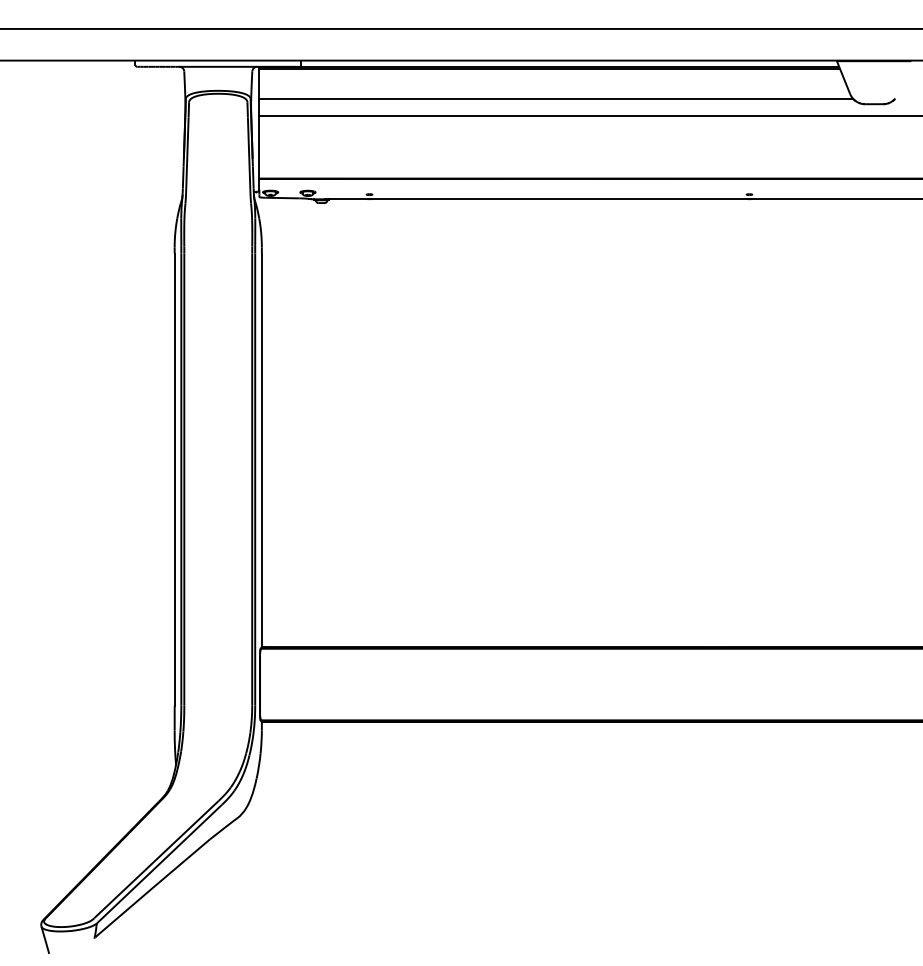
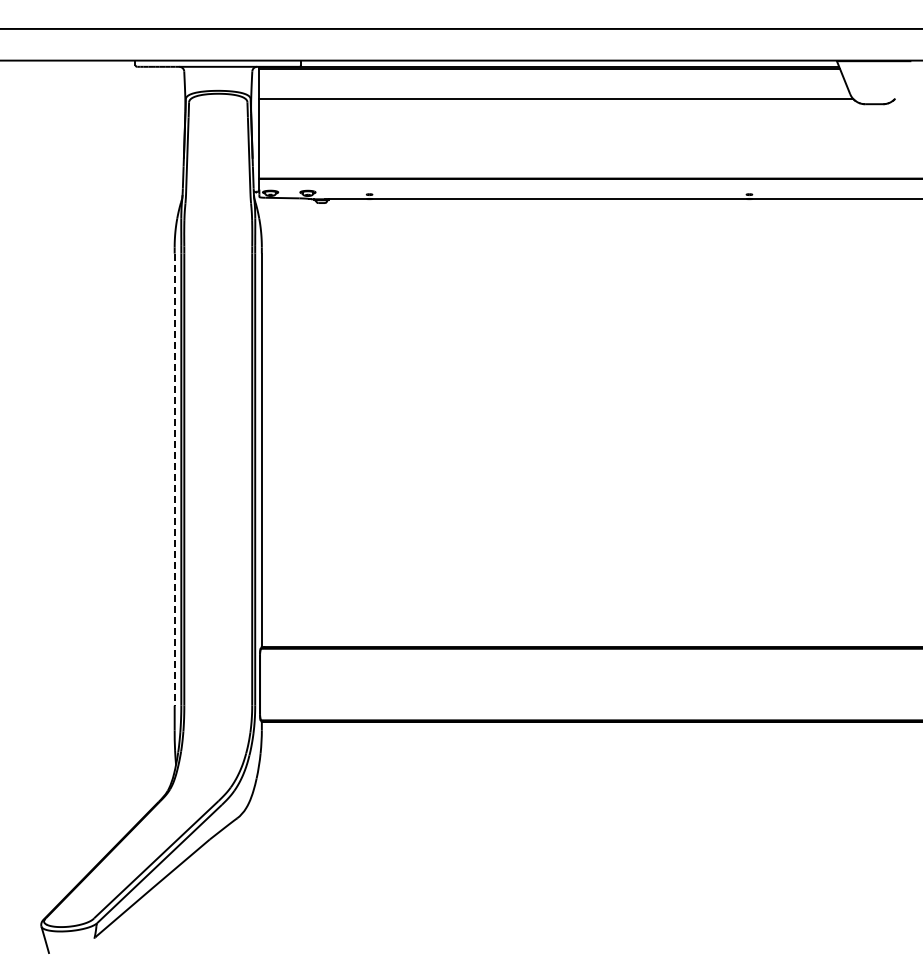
line at (589, 115): present -> none
line at (174, 480): solid -> dashed
